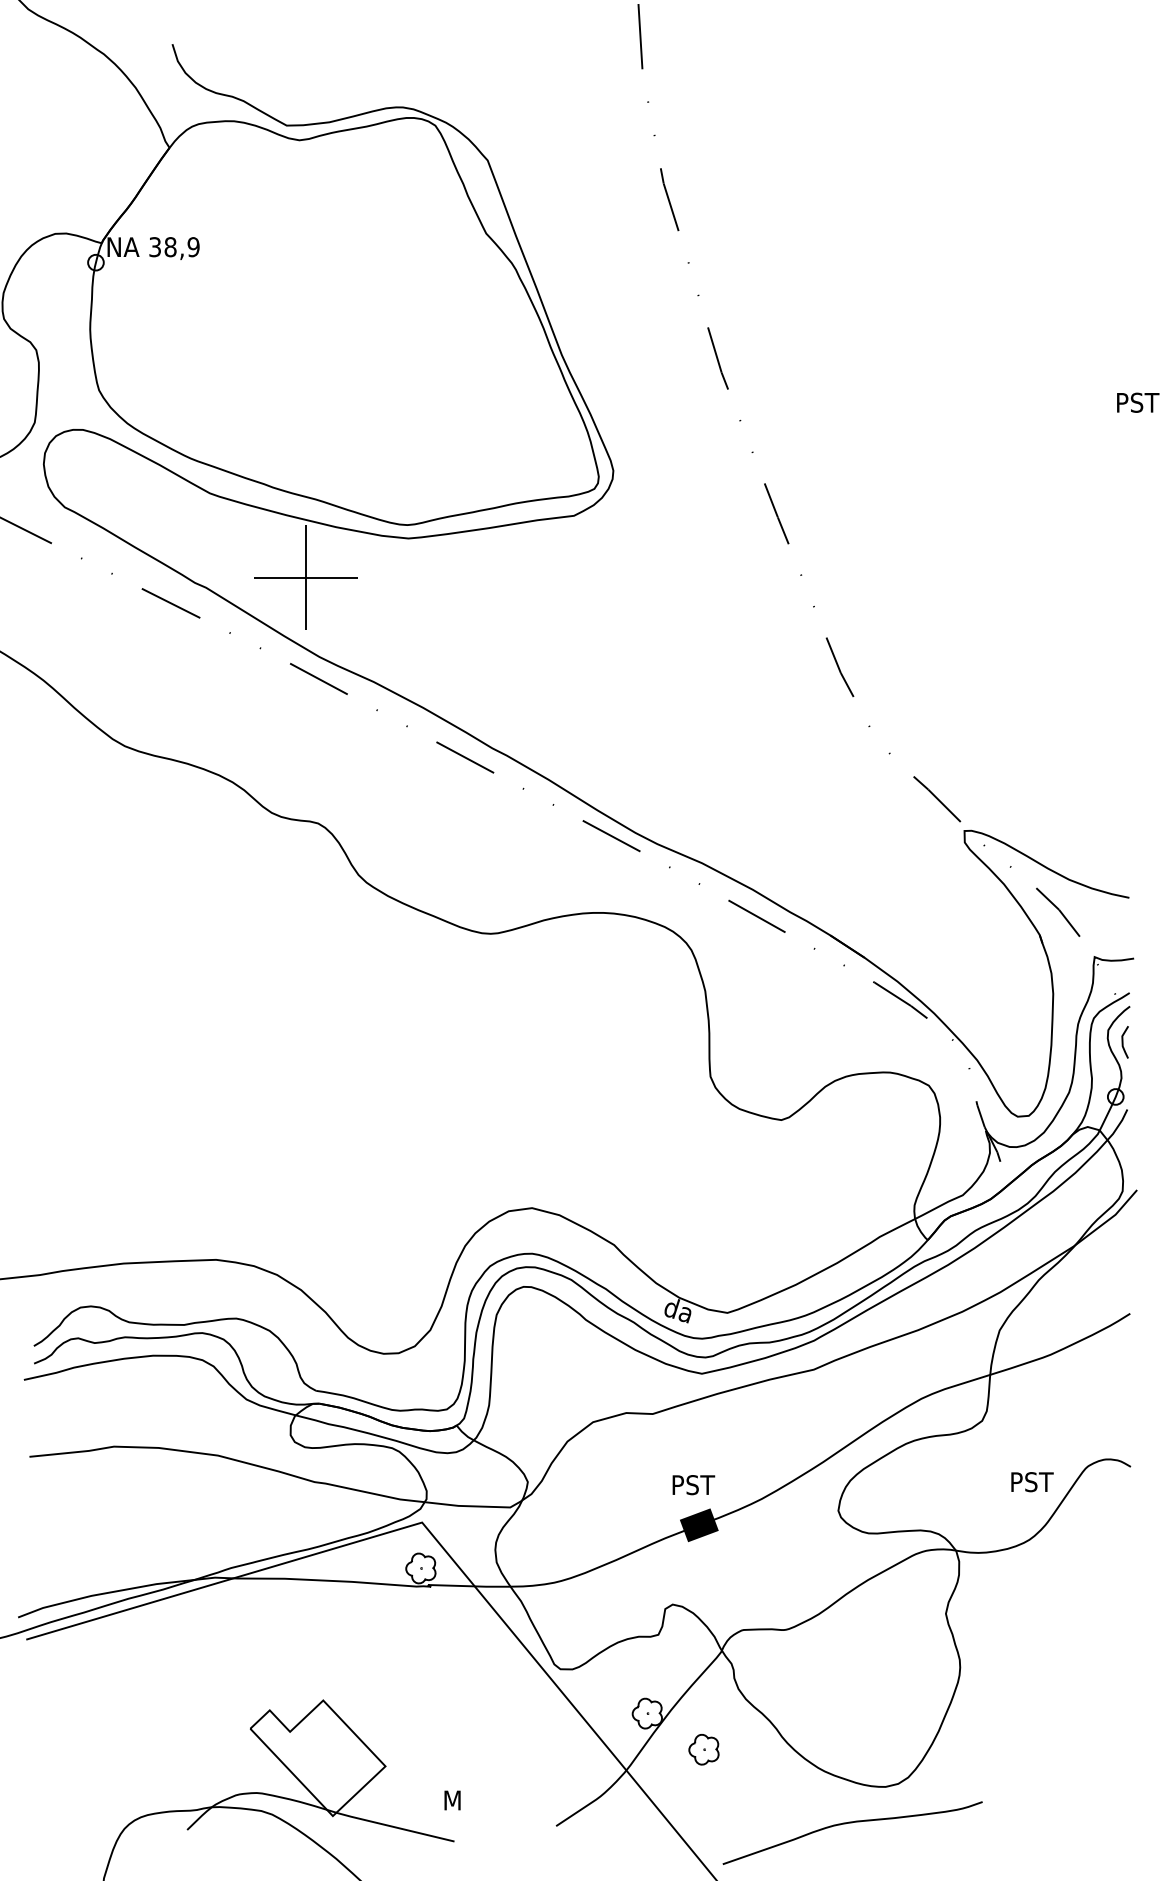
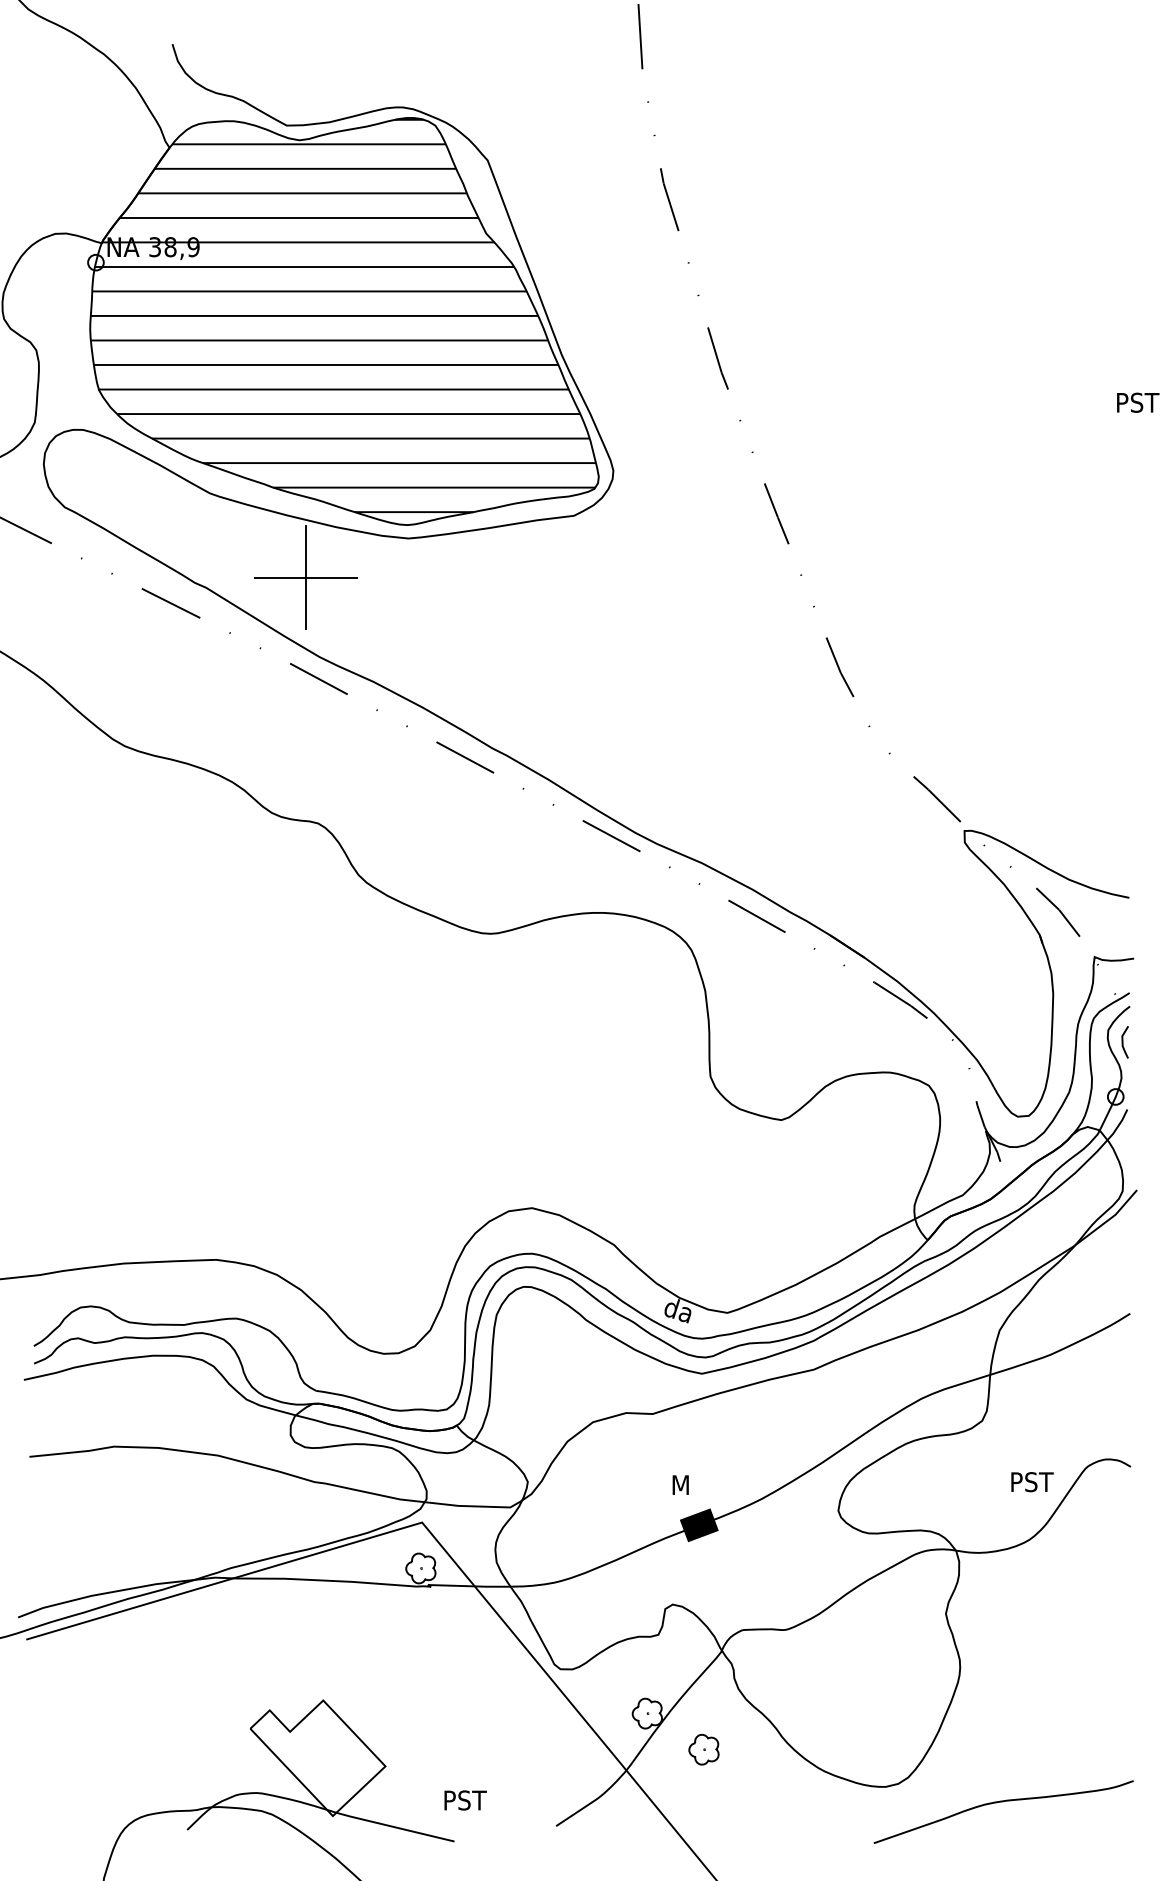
hatch at (342, 315): none -> present
text at (695, 1485): PST -> M
text at (466, 1800): M -> PST
curve at (852, 1823) position: (852, 1823) -> (1003, 1802)
